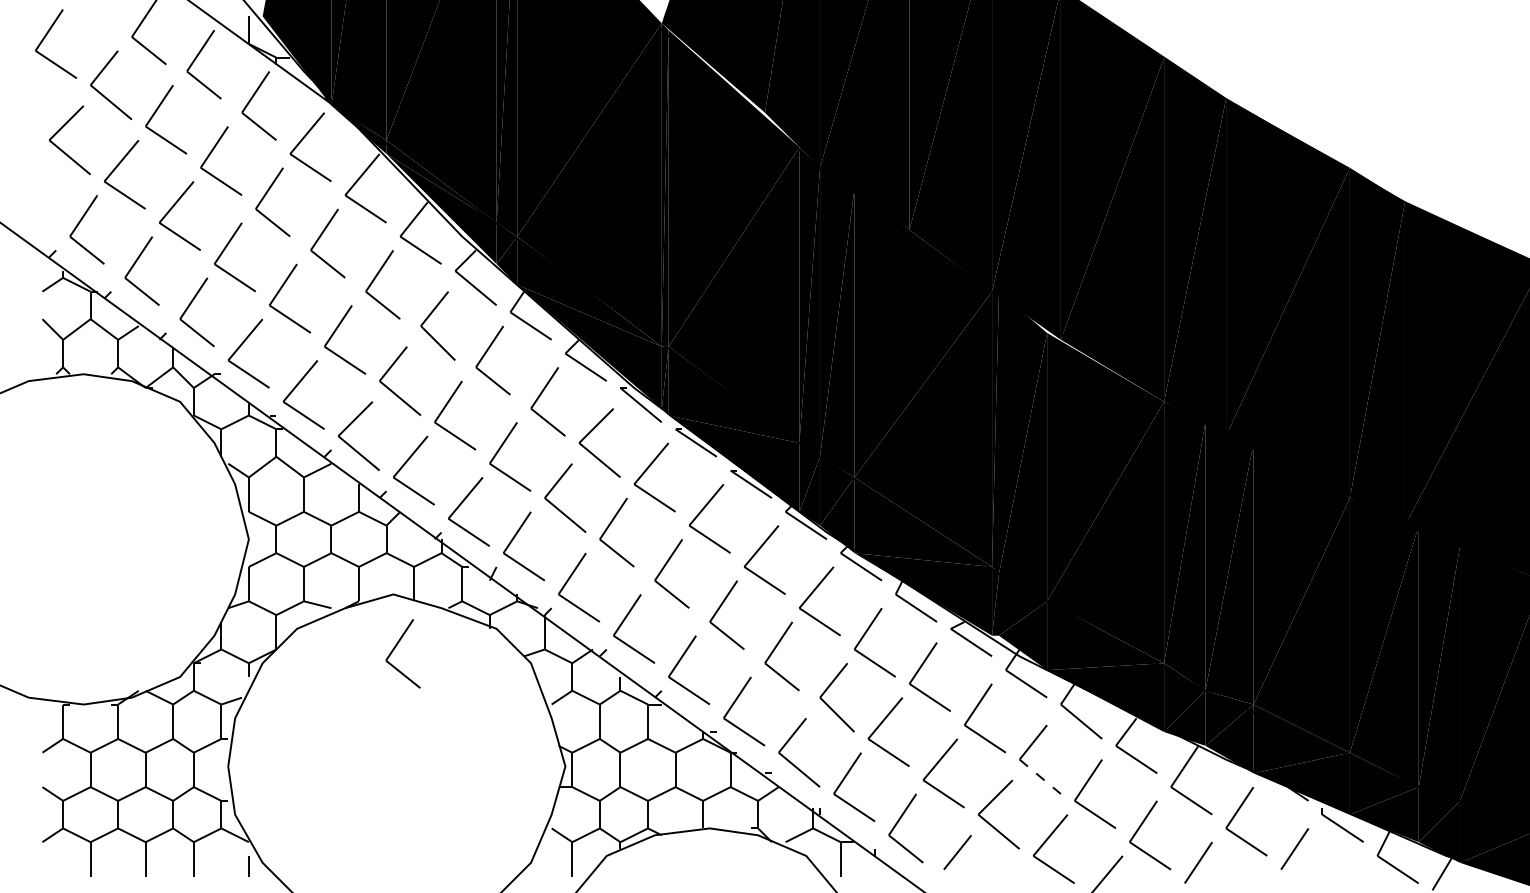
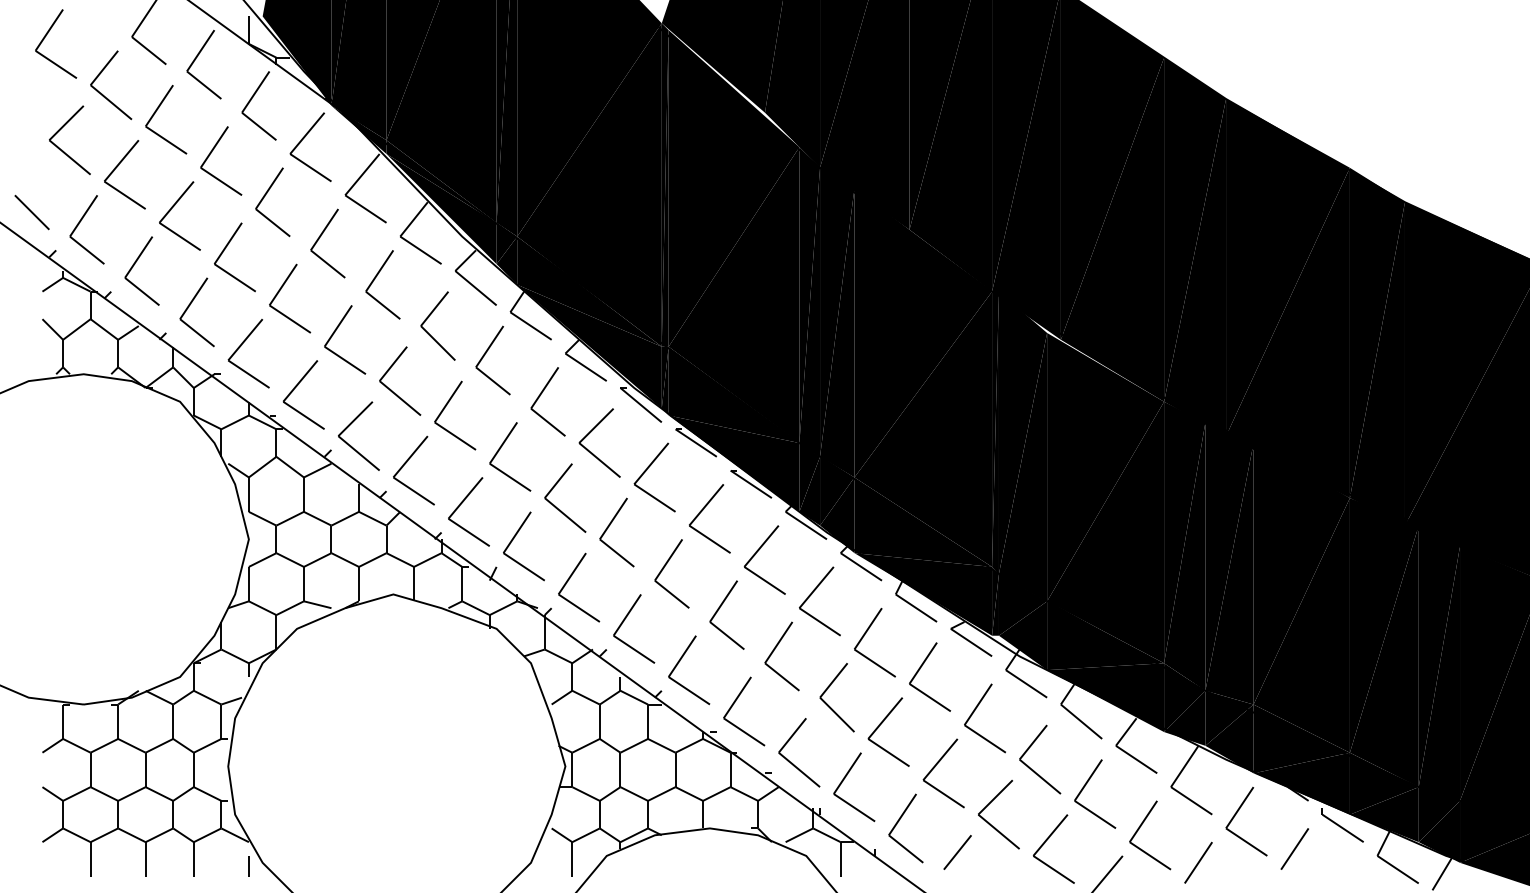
line at (31, 212): none -> present
part at (395, 648): present -> none
line at (1040, 776): dashed -> solid
